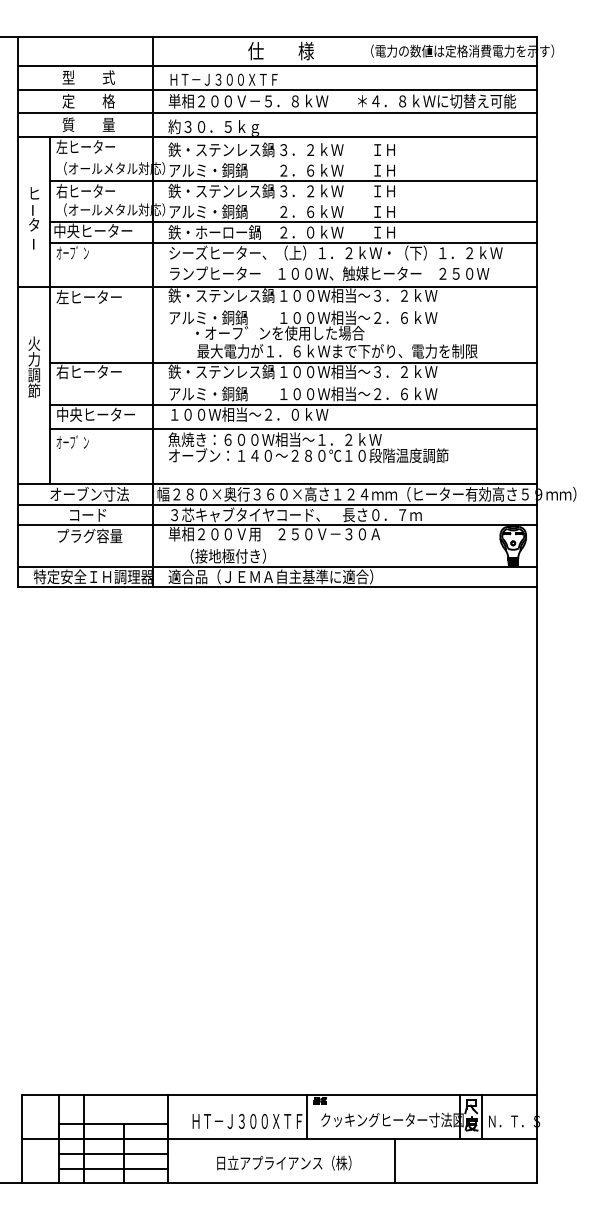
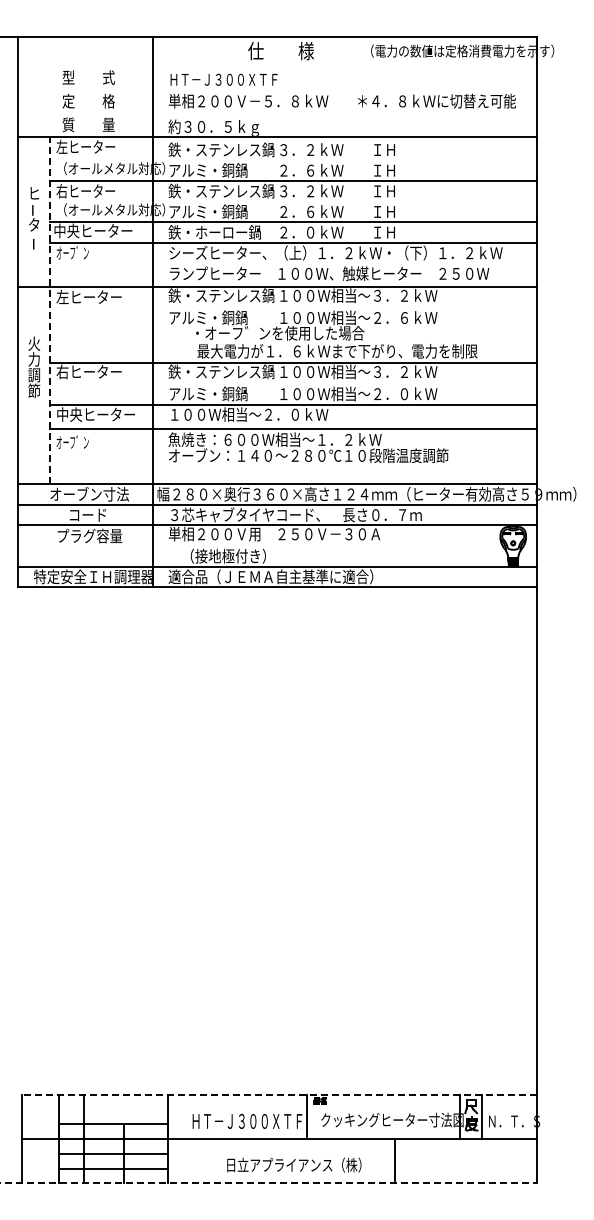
line at (276, 66): present -> none
line at (276, 89): present -> none
line at (276, 113): present -> none
line at (50, 310): solid -> dashed
text at (404, 393): １００Ｗ相当～２．６ｋＷ -> １００Ｗ相当～２．０ｋＷ
line at (278, 1094): solid -> dashed
text at (284, 1162) position: (284, 1162) -> (294, 1164)
line at (268, 1183): solid -> dashed
